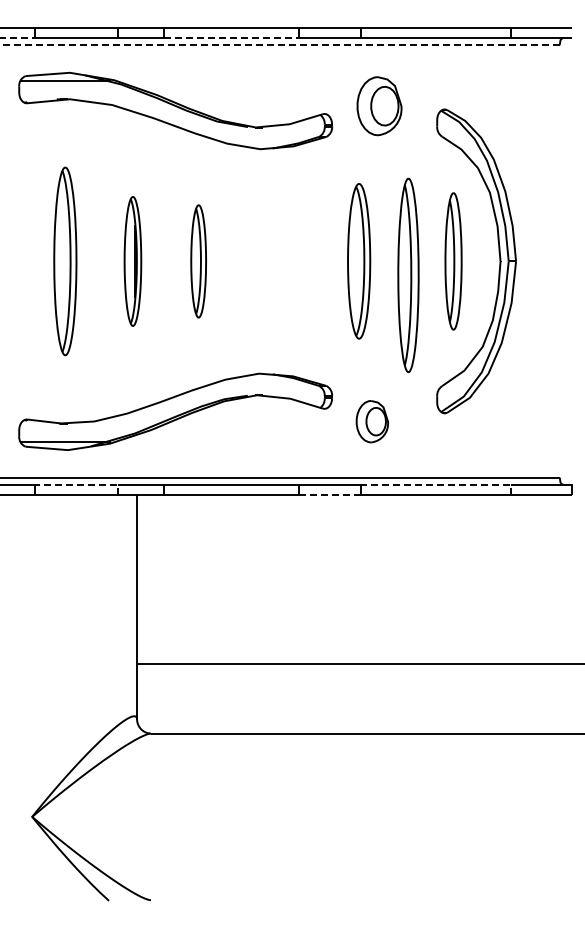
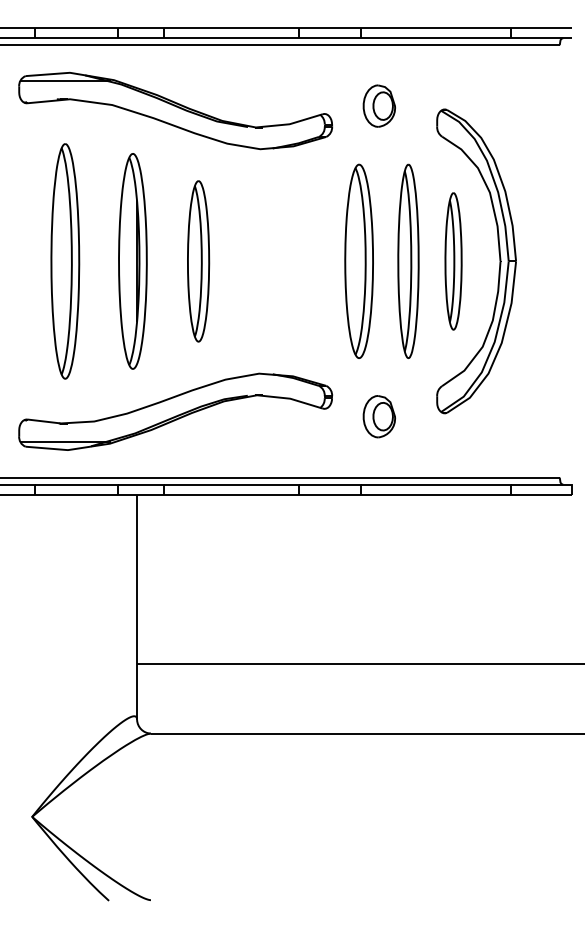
line at (18, 38): dashed -> solid
line at (232, 38): dashed -> solid
line at (279, 45): dashed -> solid
part at (379, 106) size: 47x61 px -> 34x44 px
part at (65, 261) size: 25x191 px -> 31x237 px
part at (132, 261) size: 20x131 px -> 30x217 px
part at (198, 261) size: 17x115 px -> 24x163 px
part at (359, 261) size: 25x157 px -> 30x196 px
part at (408, 274) position: (408, 274) -> (408, 260)
part at (371, 421) position: (371, 421) -> (378, 416)
line at (81, 484): dashed -> solid
line at (442, 484): dashed -> solid
line at (329, 495): dashed -> solid
